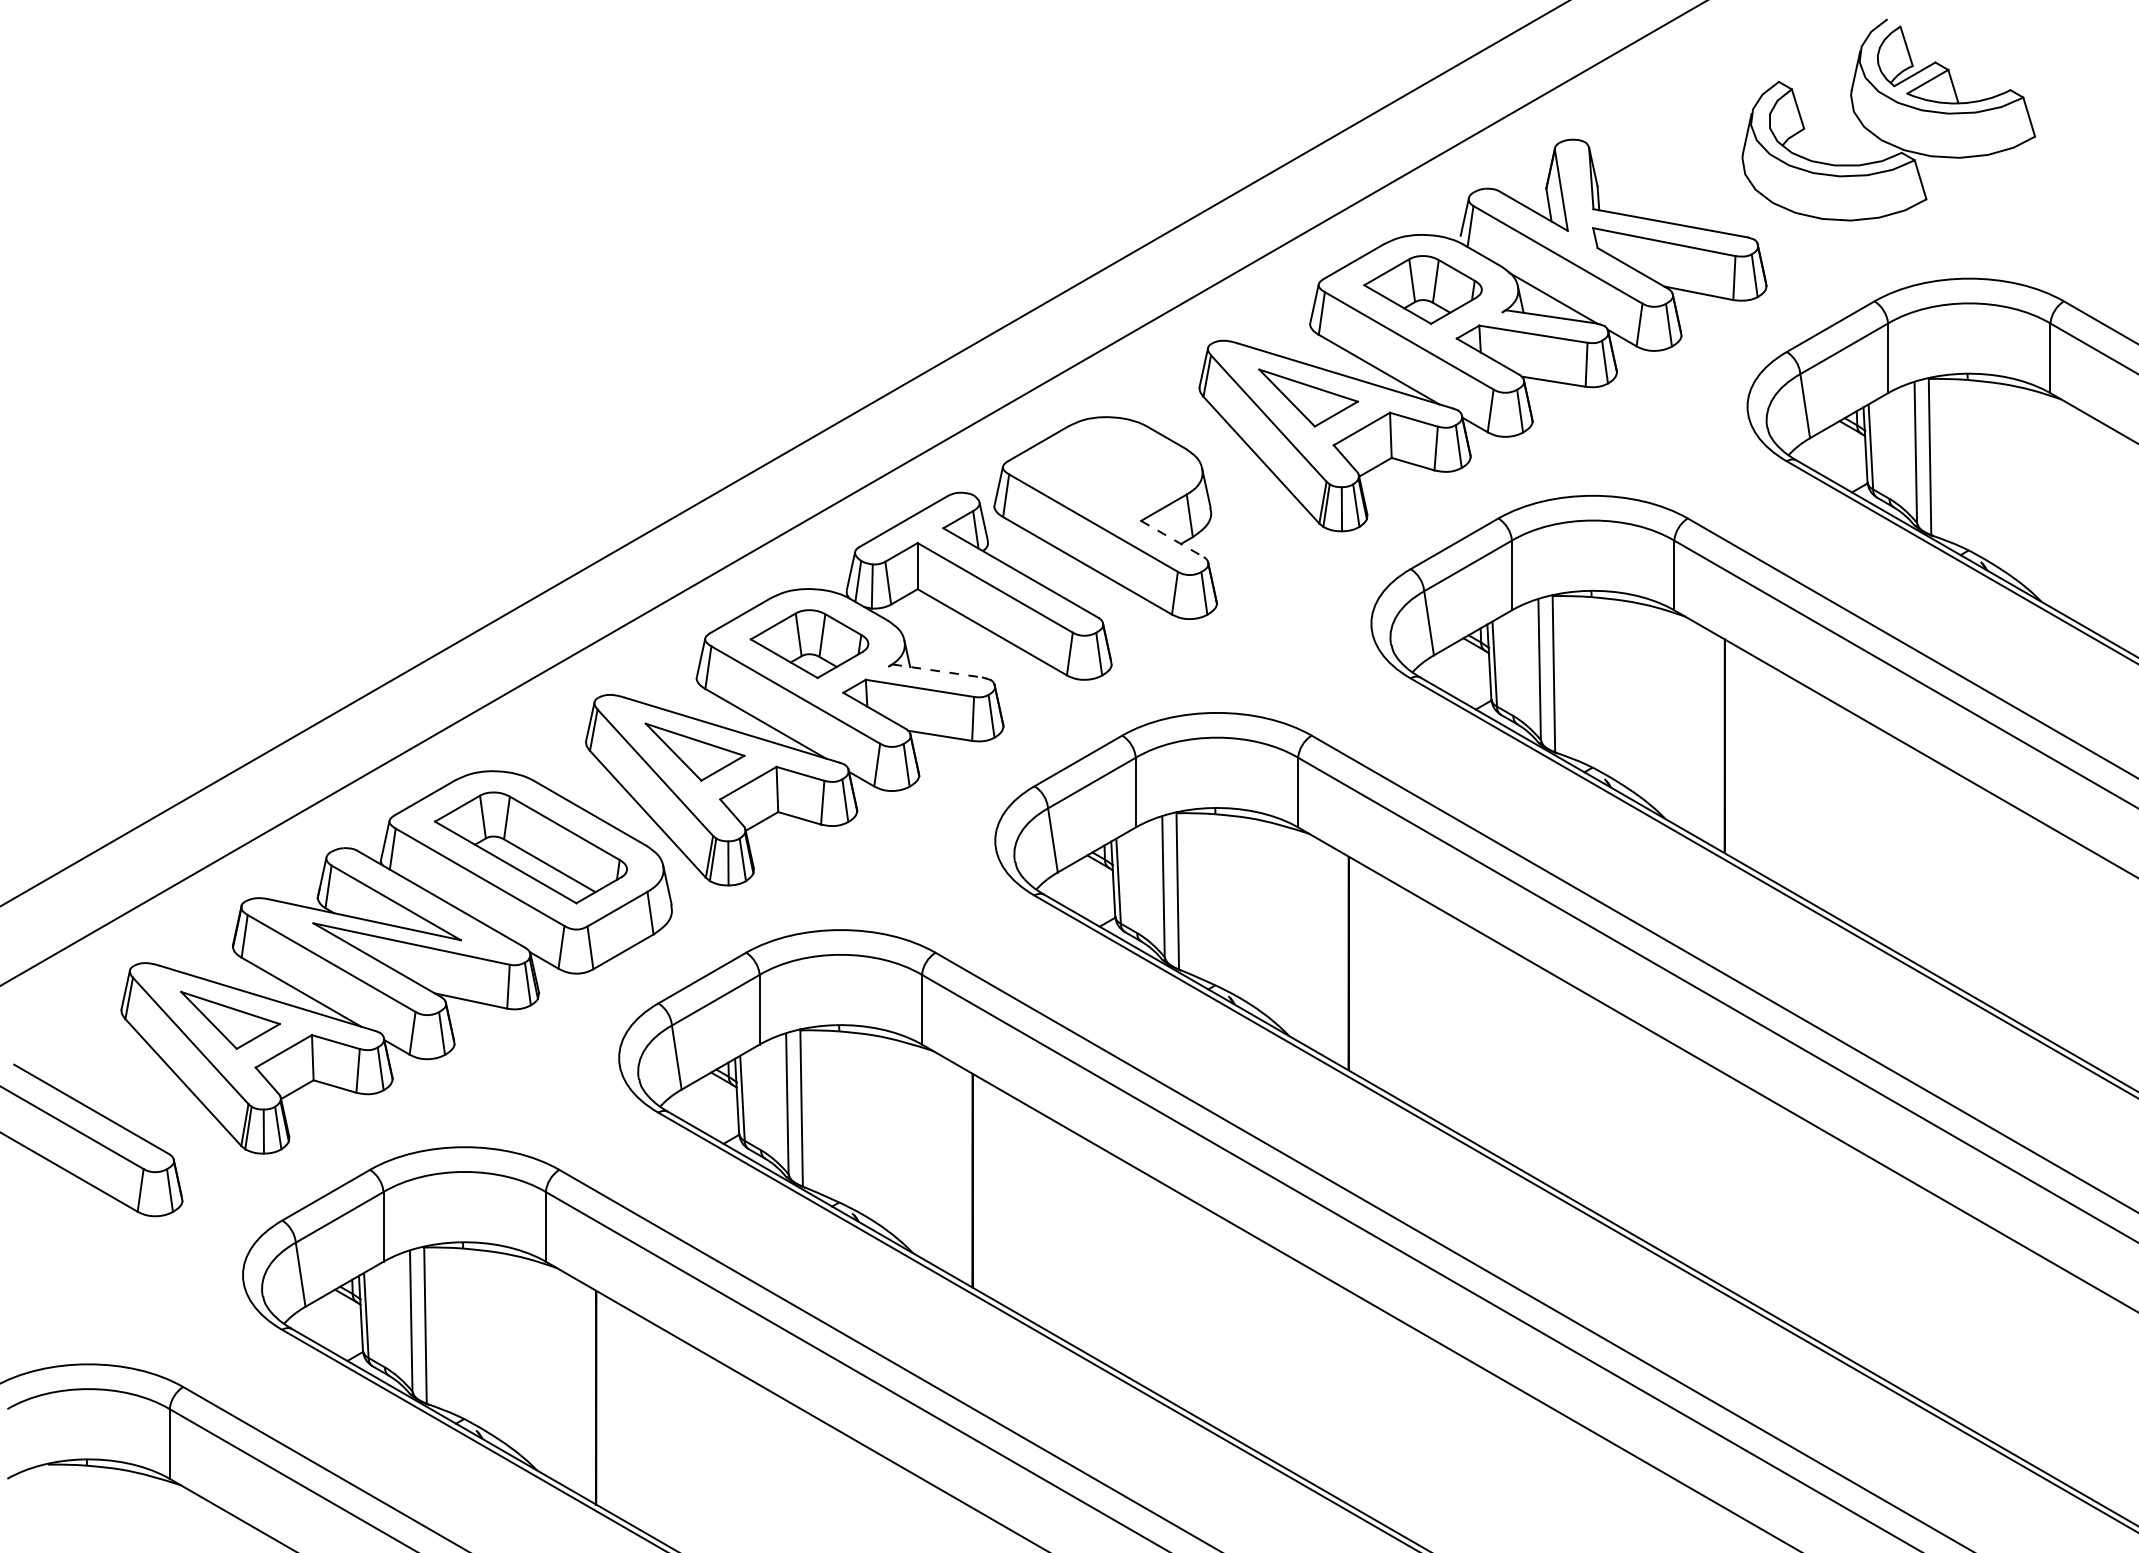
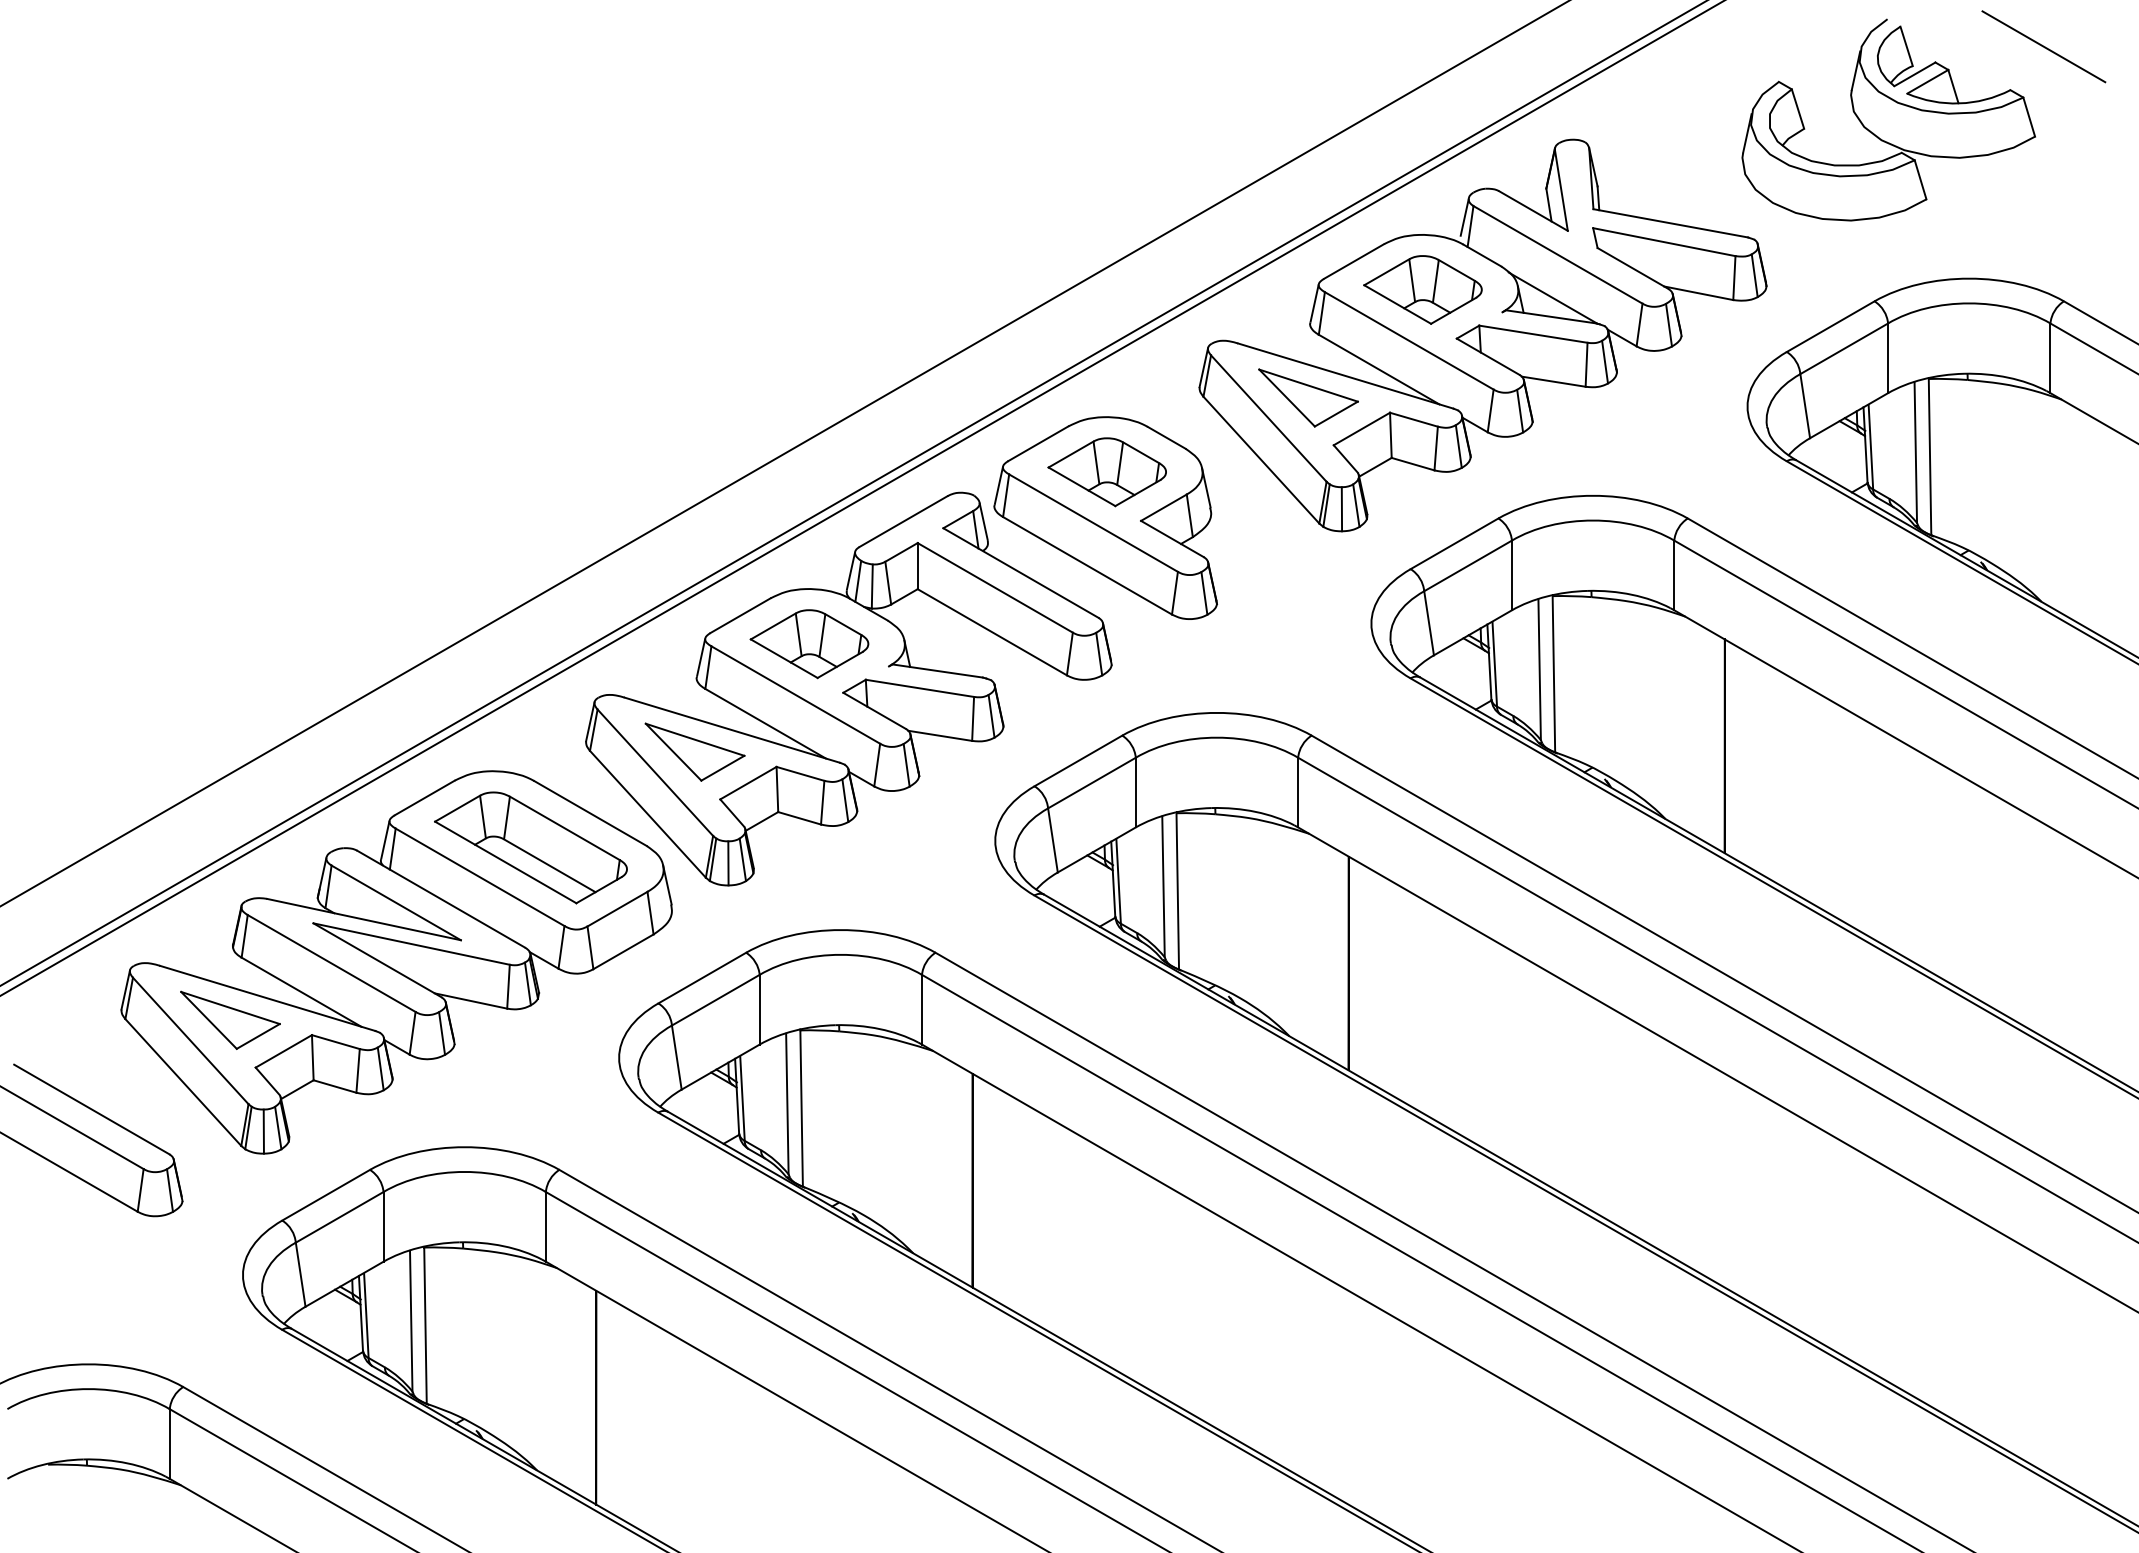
line at (2043, 46): none -> present
part at (1106, 472): none -> present
line at (861, 498): none -> present
line at (1172, 539): dashed -> solid
line at (937, 671): dashed -> solid
